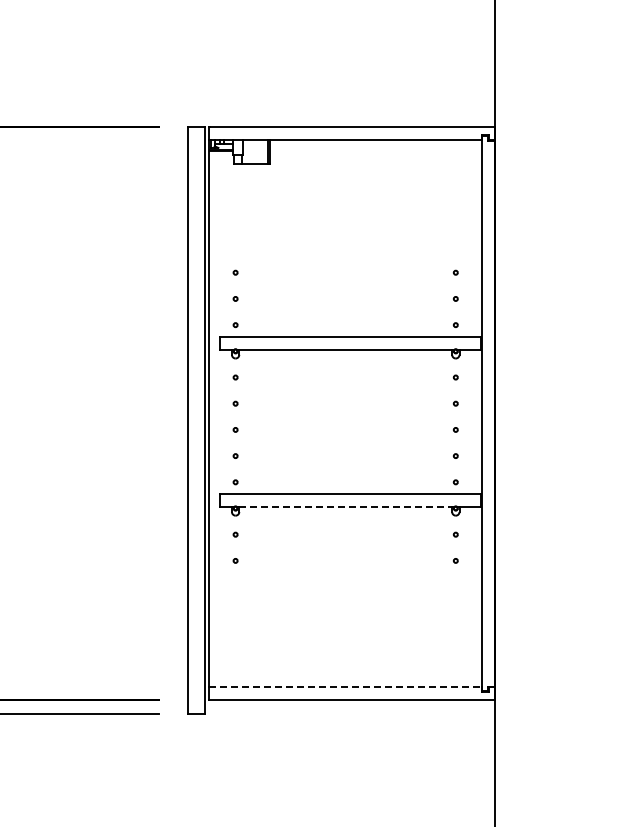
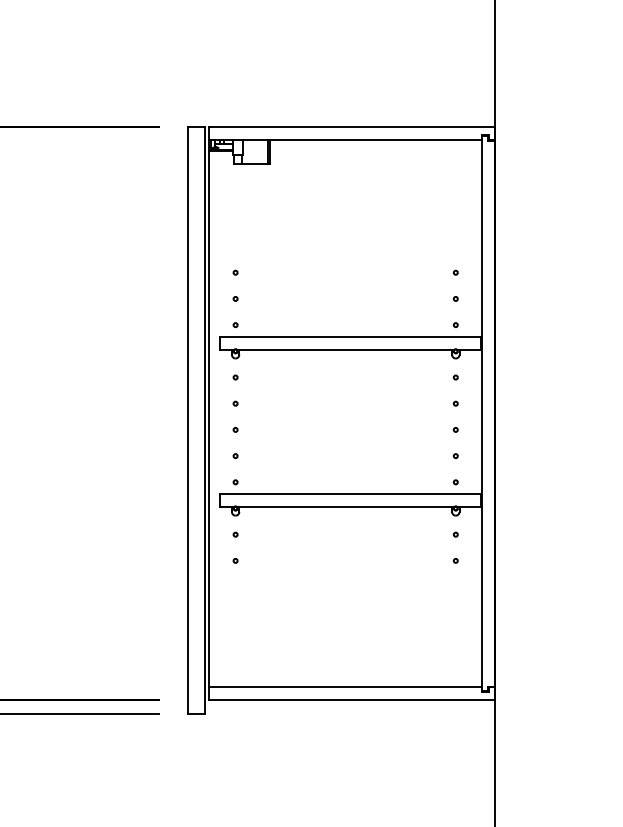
line at (346, 507): dashed -> solid
line at (346, 686): dashed -> solid
